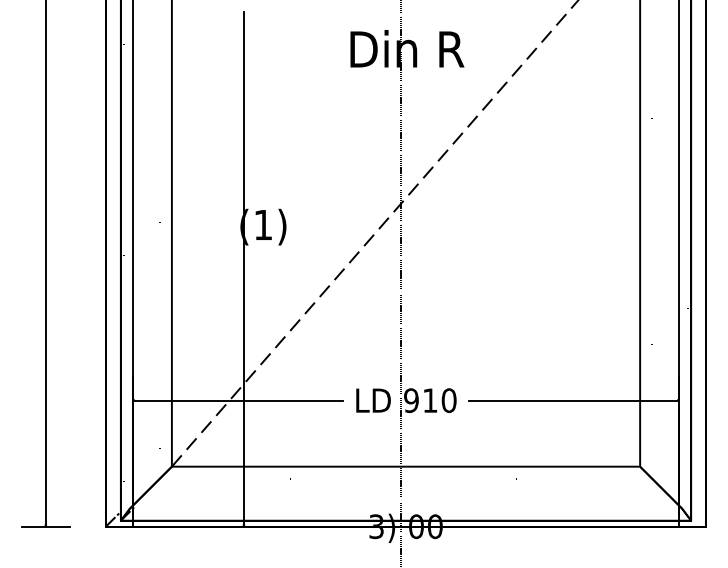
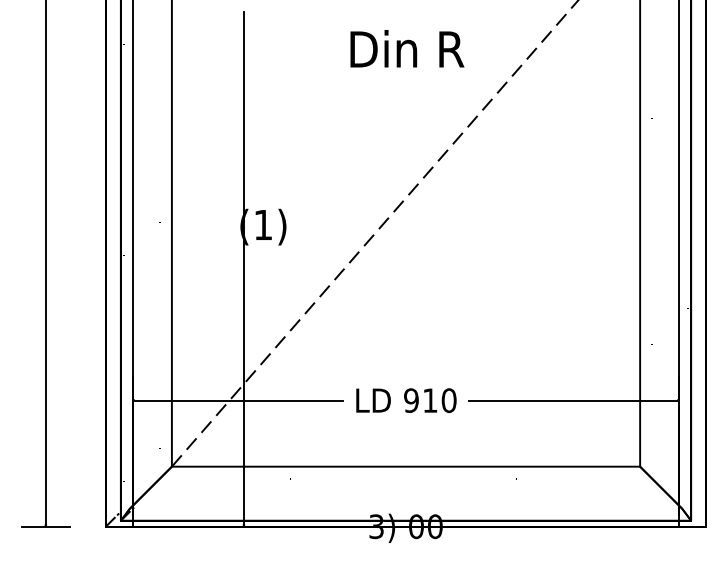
line at (400, 283): present -> none
